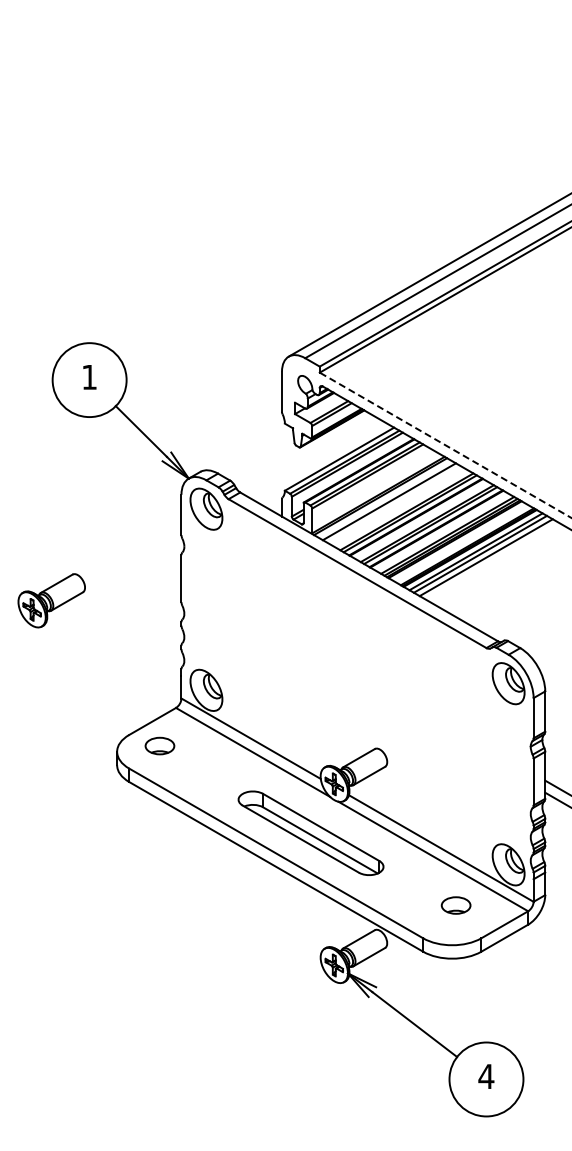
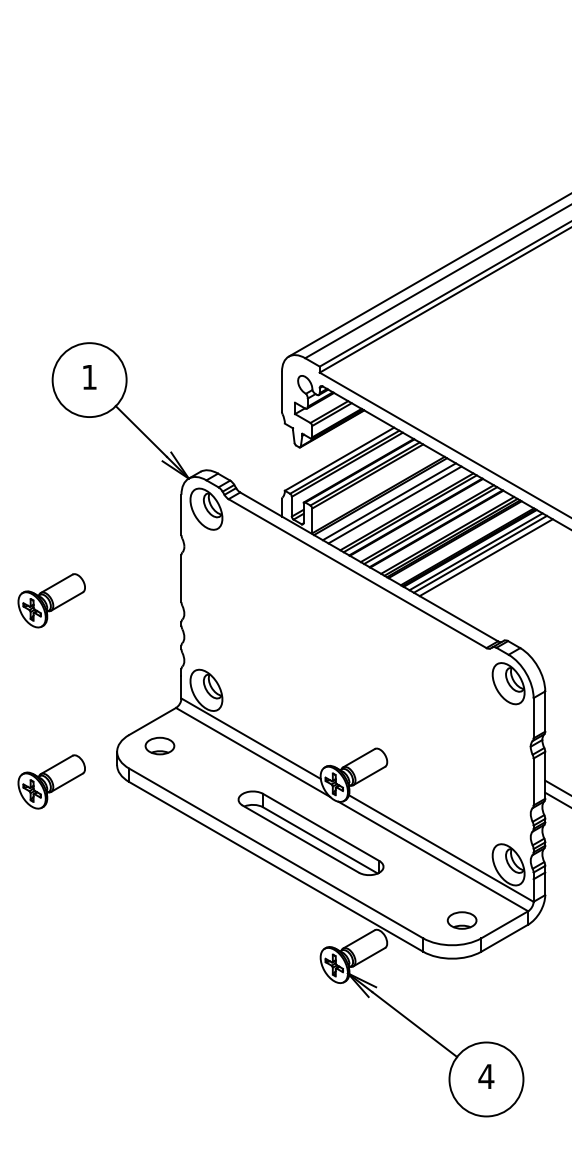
line at (445, 445): dashed -> solid
line at (394, 504): none -> present
part at (51, 781): none -> present
part at (455, 905) position: (455, 905) -> (461, 920)
